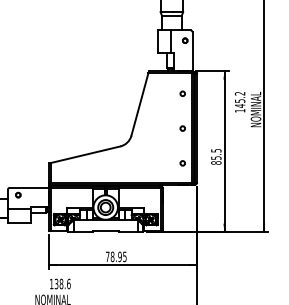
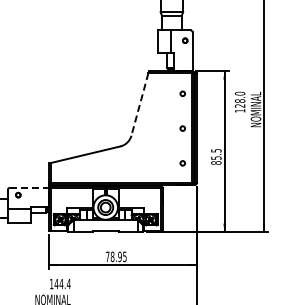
text at (239, 99): 145.2 -> 128.0
line at (139, 104): solid -> dashed
line at (29, 187): solid -> dashed
text at (62, 283): 138.6 -> 144.4
